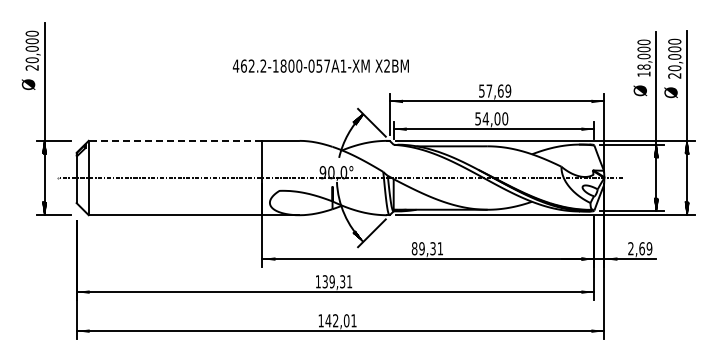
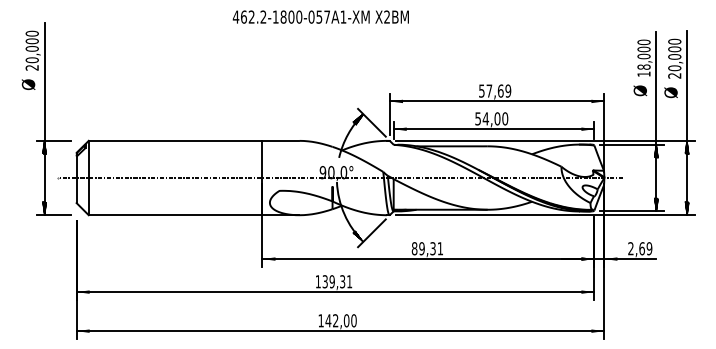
text at (320, 65) position: (320, 65) -> (320, 16)
line at (175, 140): dashed -> solid
text at (353, 320): 142,01 -> 142,00
